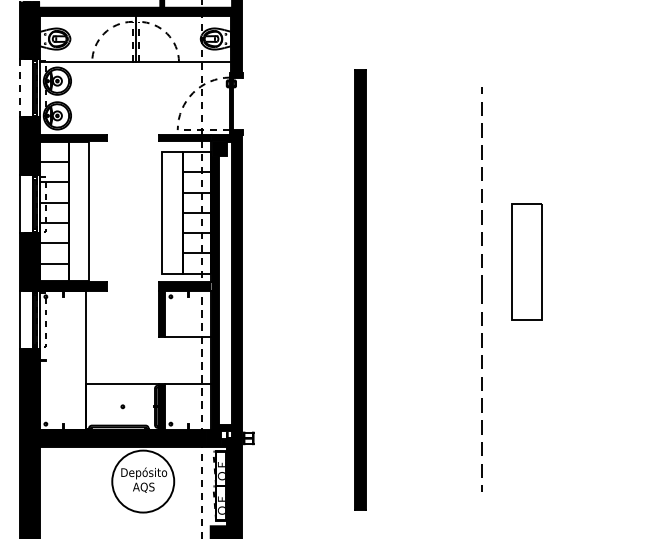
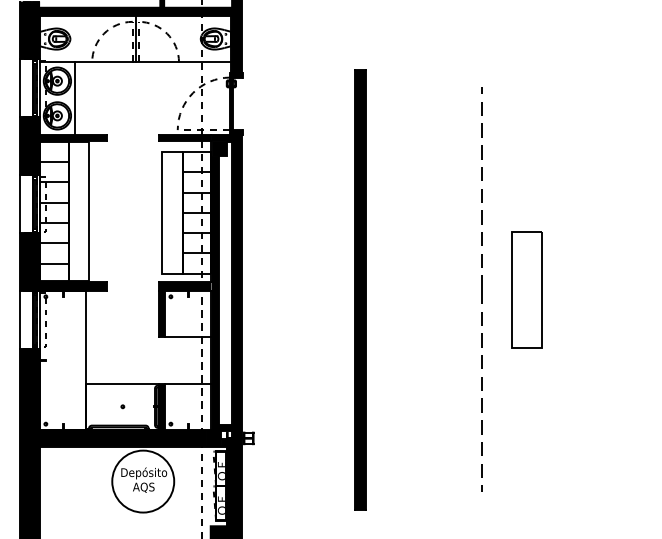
line at (19, 88): dashed -> solid
line at (74, 98): none -> present
part at (526, 261) position: (526, 261) -> (526, 289)
